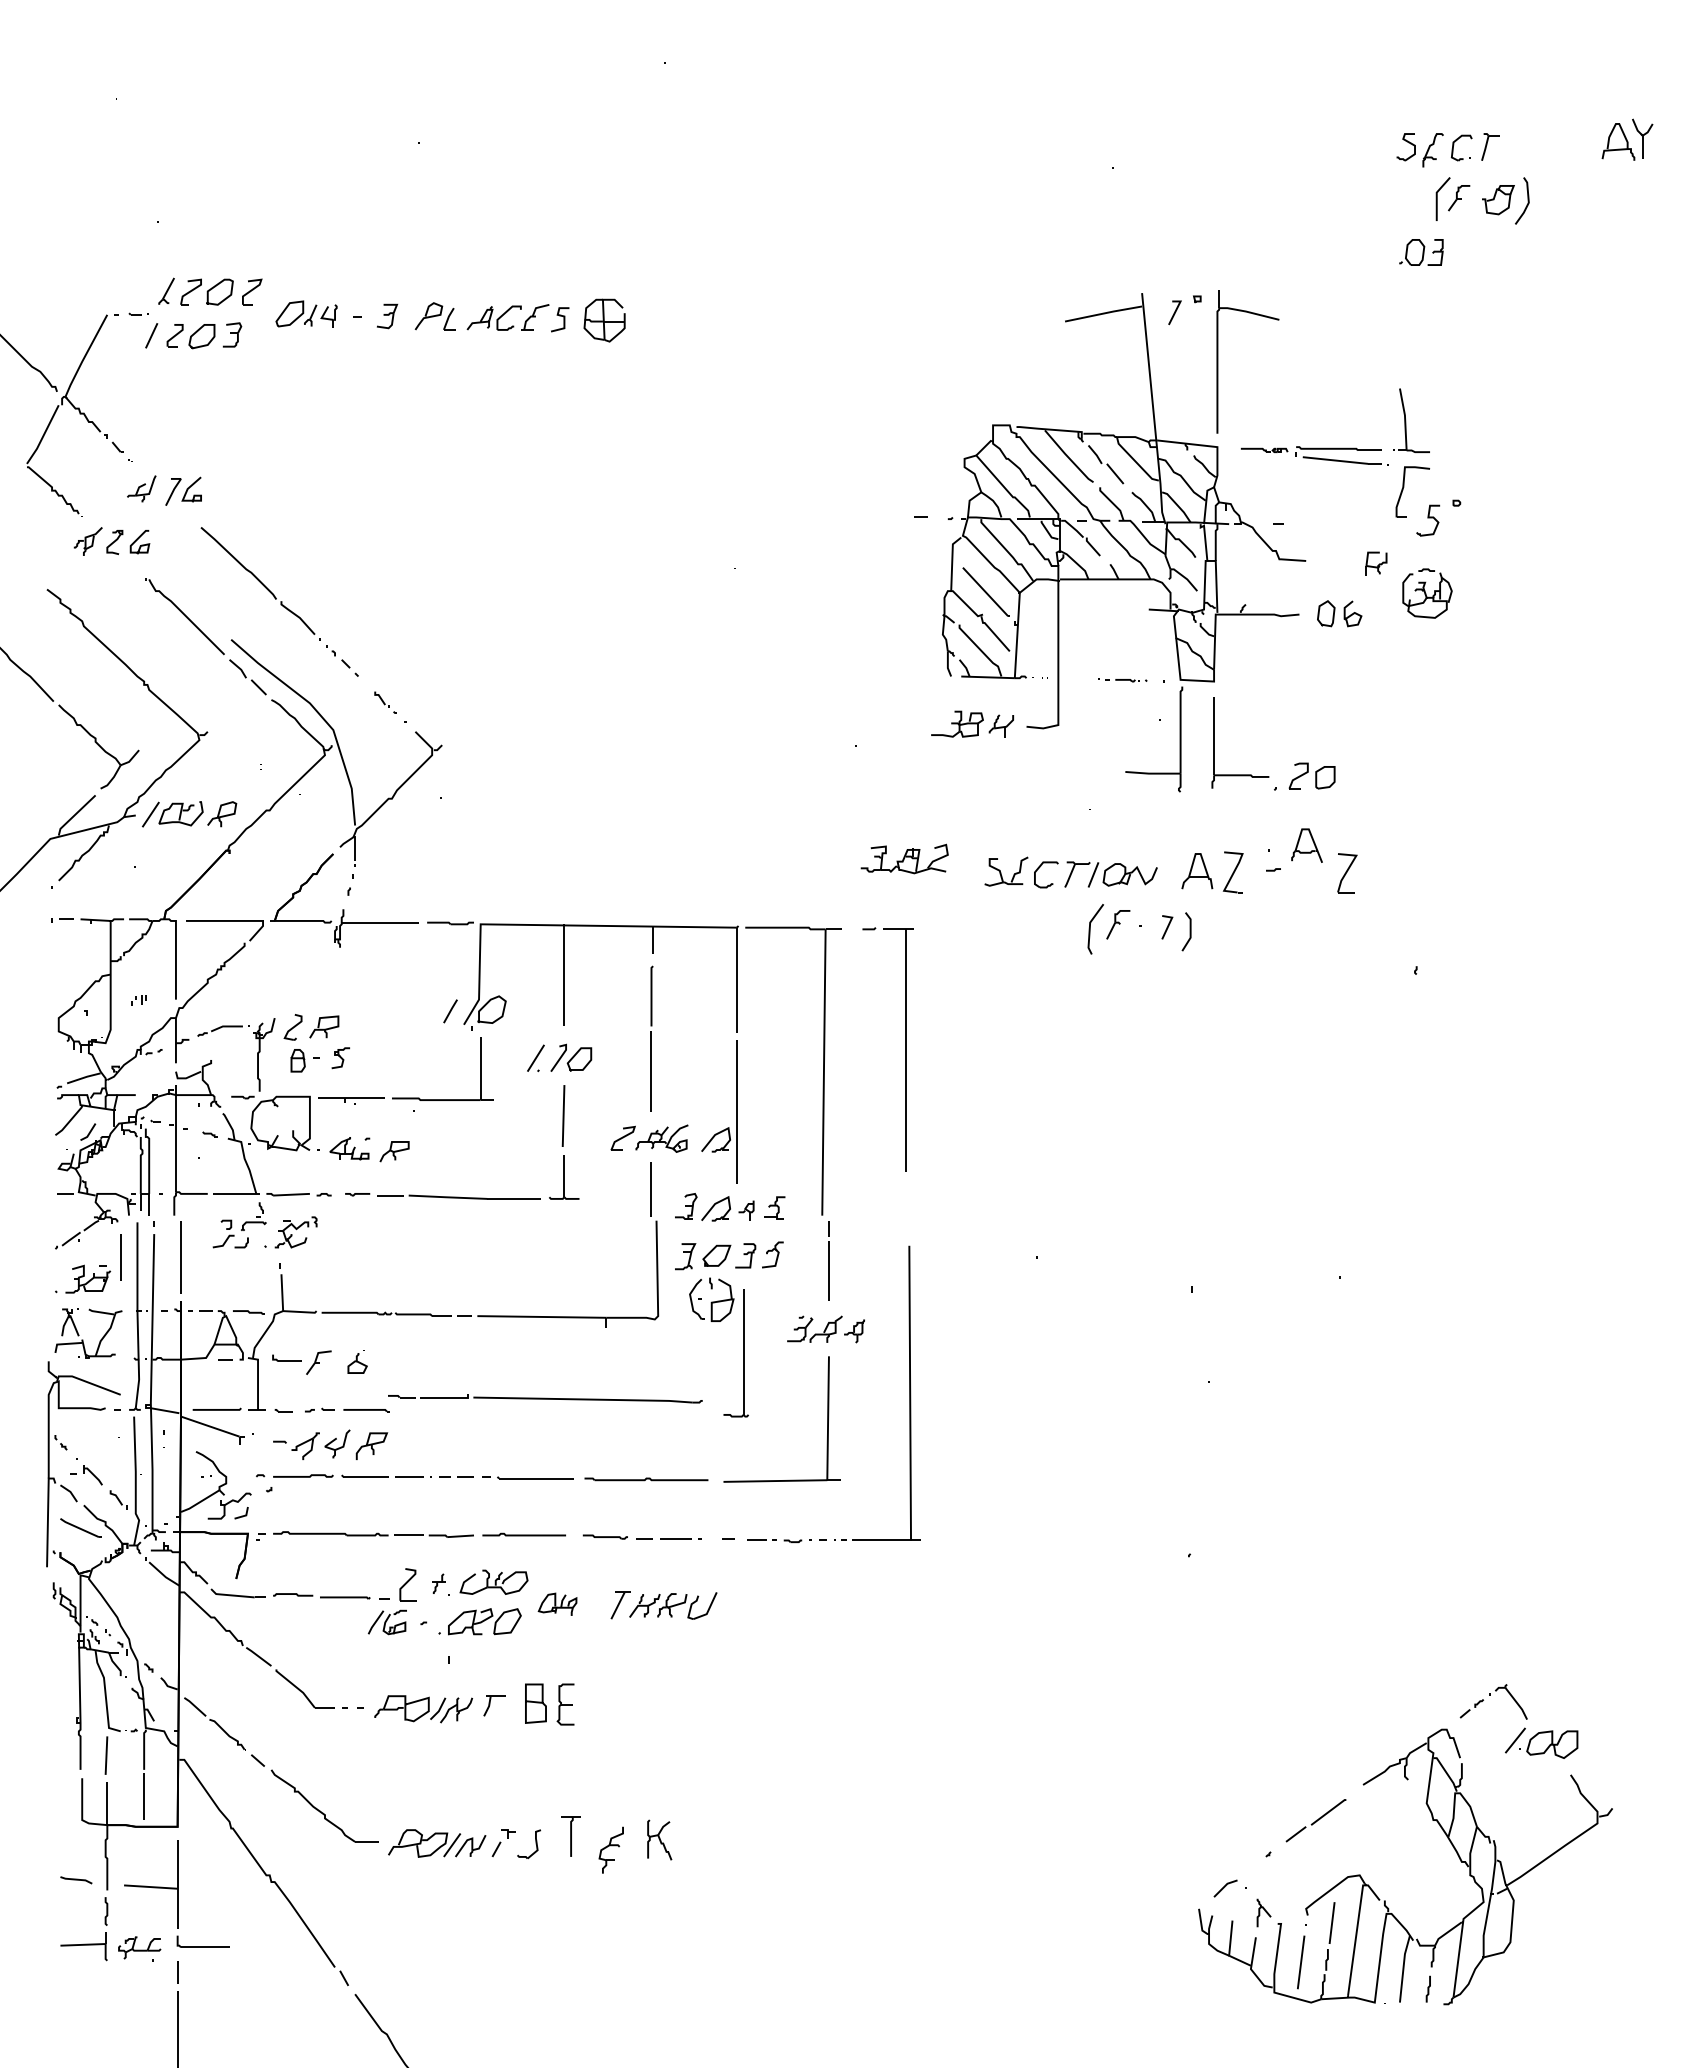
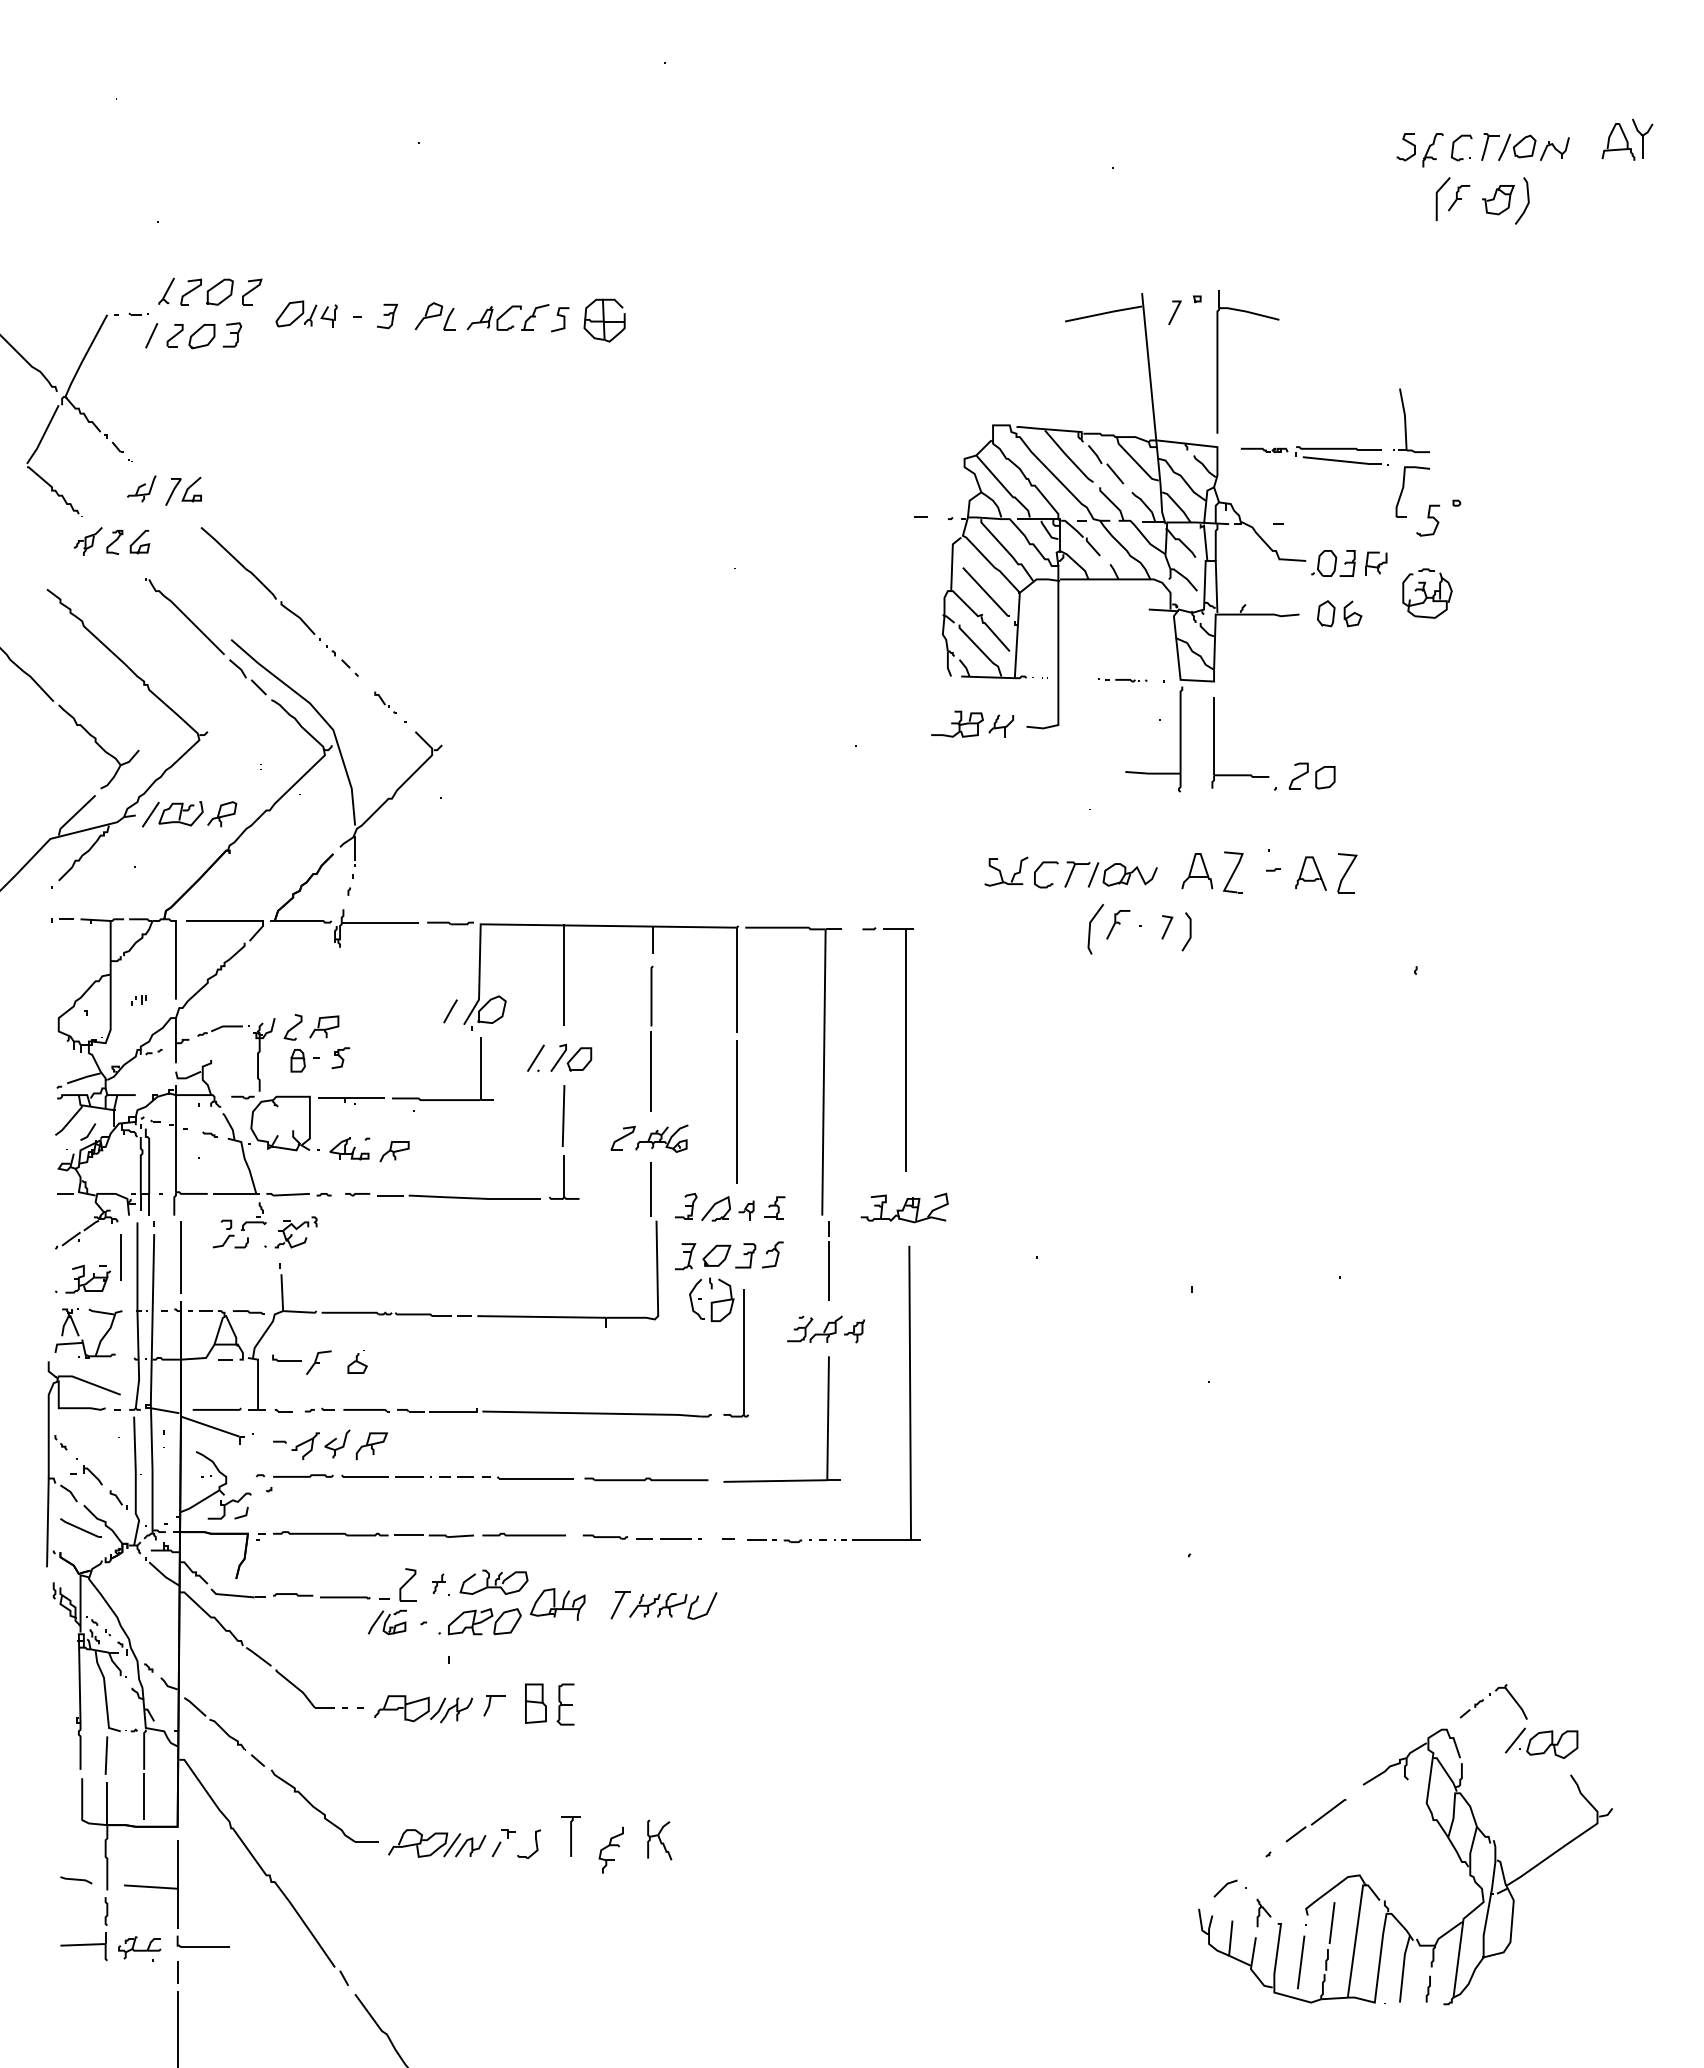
part at (1533, 146): none -> present
part at (1421, 252) position: (1421, 252) -> (1333, 563)
part at (1306, 845) position: (1306, 845) -> (1310, 873)
part at (904, 858) position: (904, 858) -> (904, 1207)
part at (715, 1139): present -> none
part at (545, 1398) position: (545, 1398) -> (554, 1412)
part at (557, 1603) size: 41x24 px -> 57x33 px
